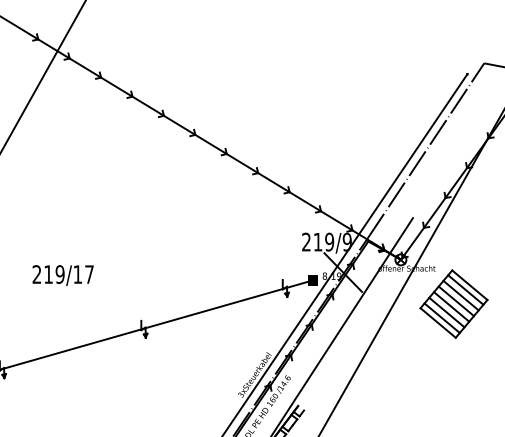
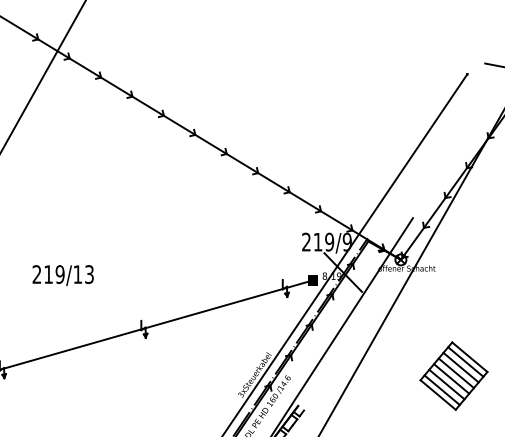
line at (425, 150): present -> none
text at (89, 274): 219/17 -> 219/13
part at (453, 303) position: (453, 303) -> (453, 375)
